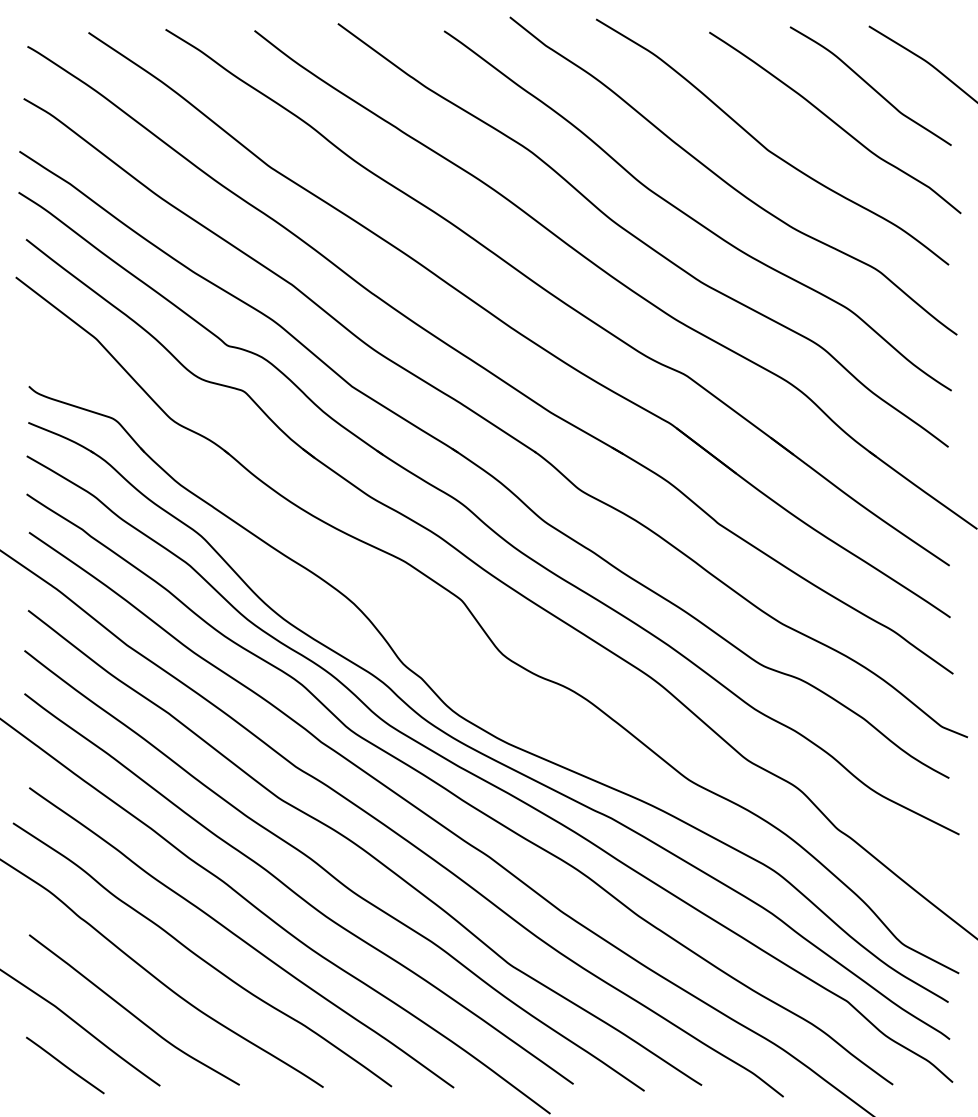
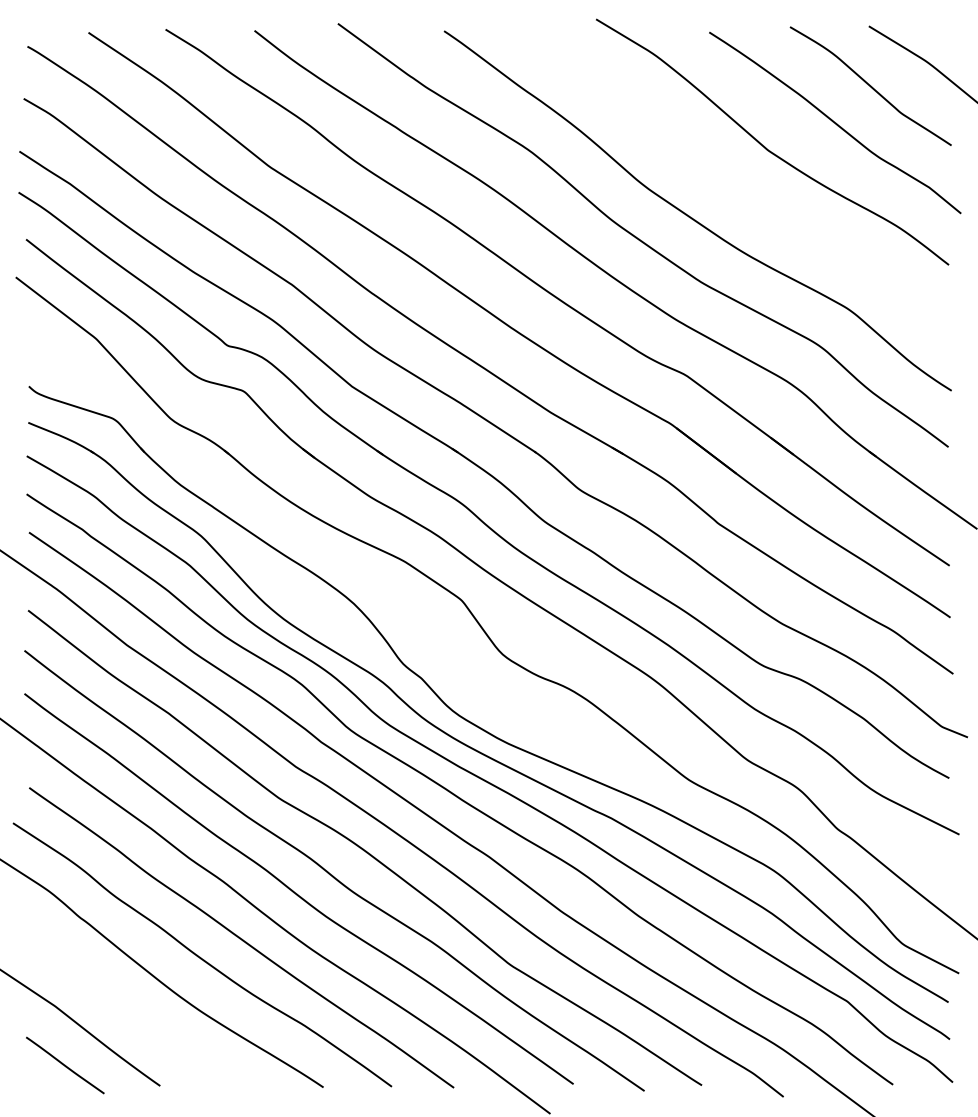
curve at (726, 181): present -> none
curve at (130, 1011): present -> none
